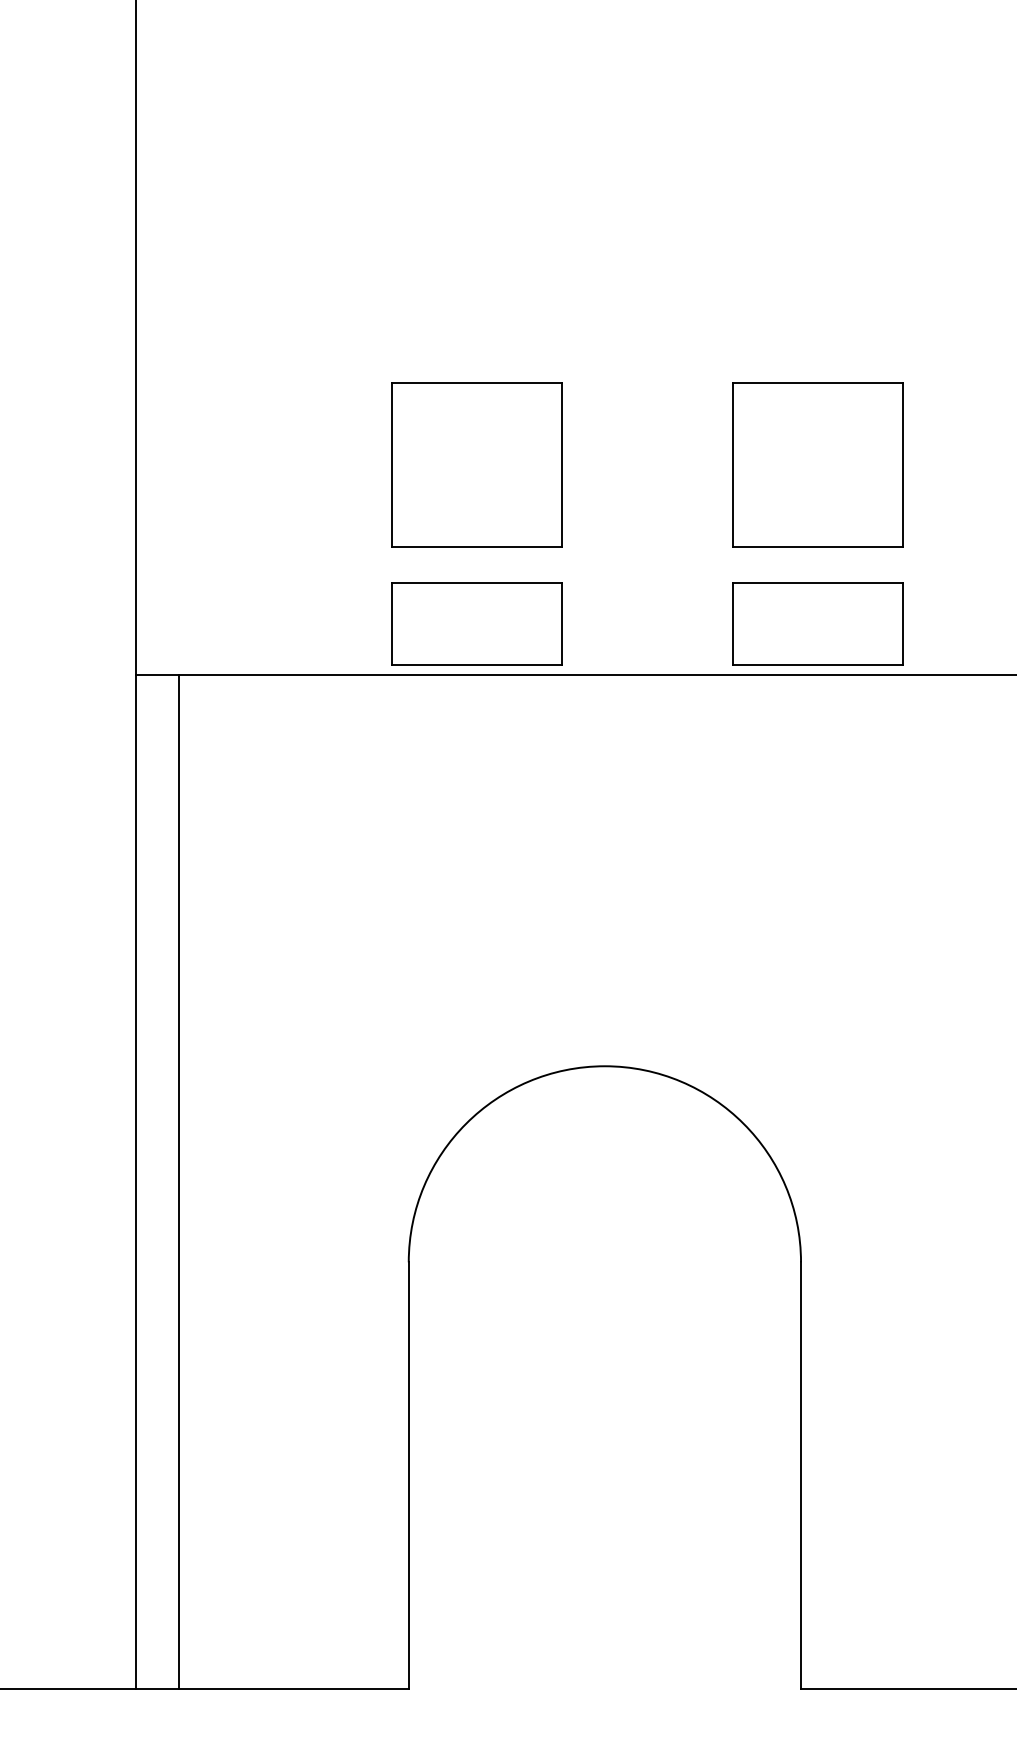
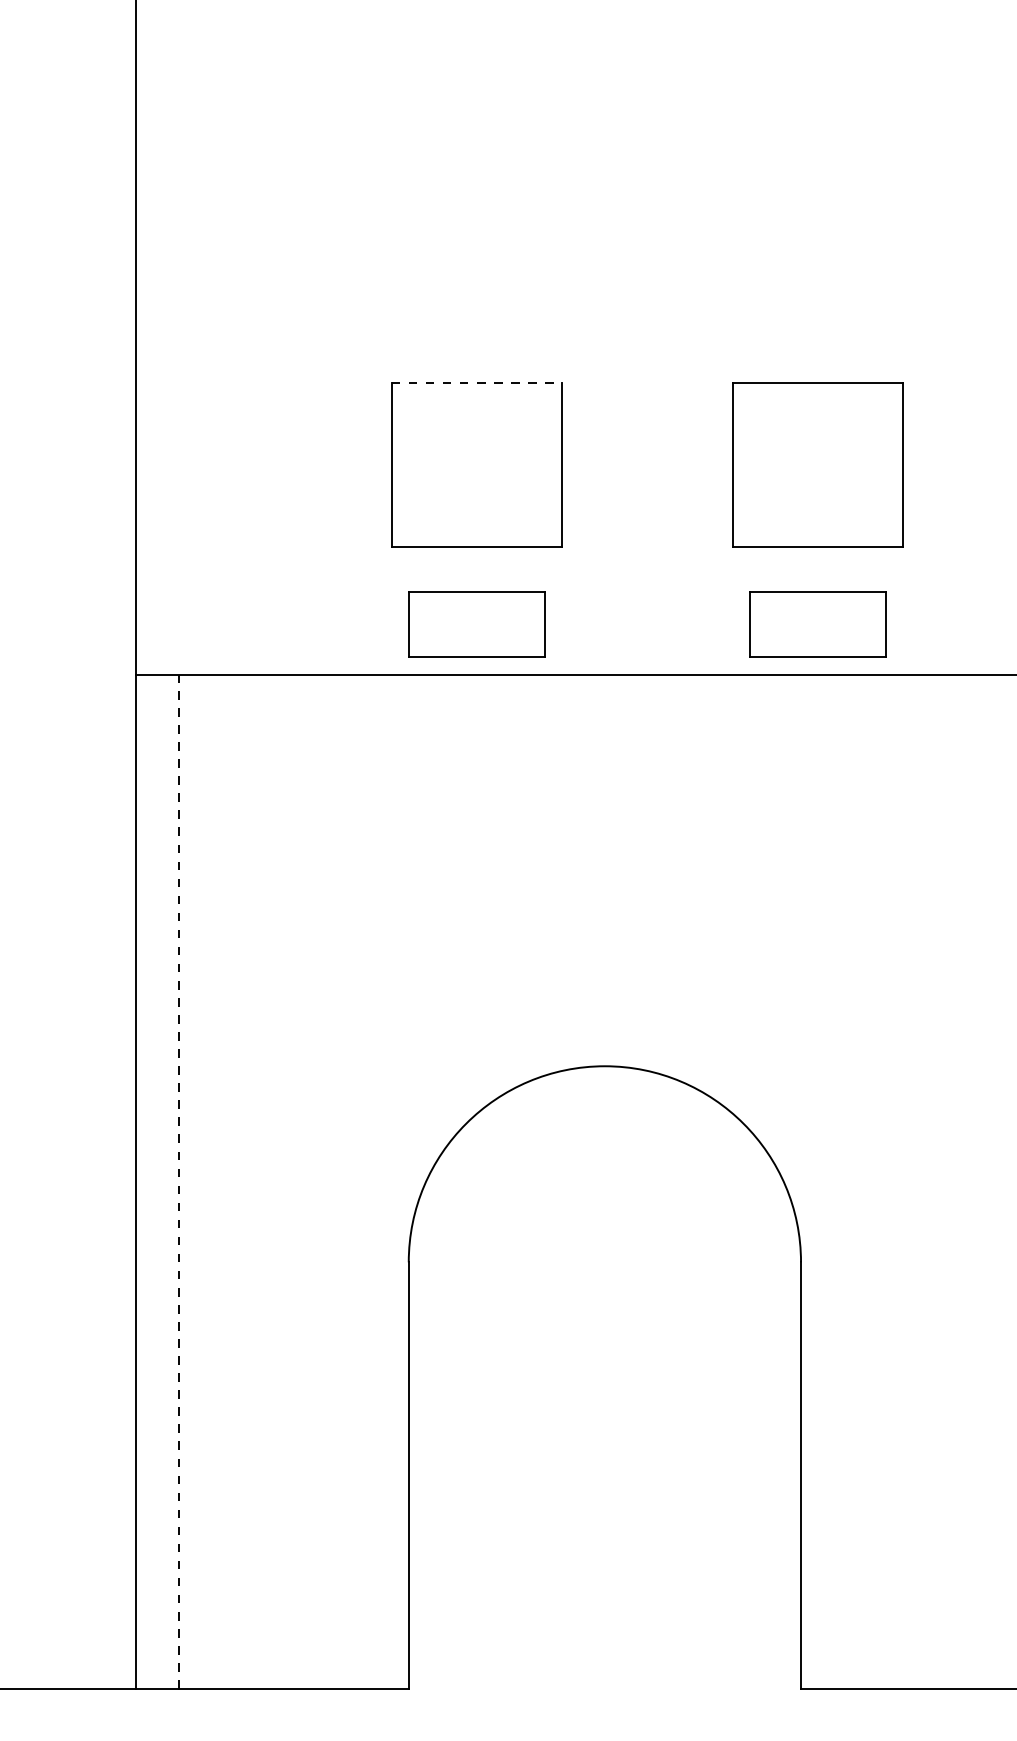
line at (477, 382): solid -> dashed
part at (476, 623) size: 172x84 px -> 138x67 px
part at (817, 623) size: 172x84 px -> 138x67 px
line at (178, 1181): solid -> dashed
